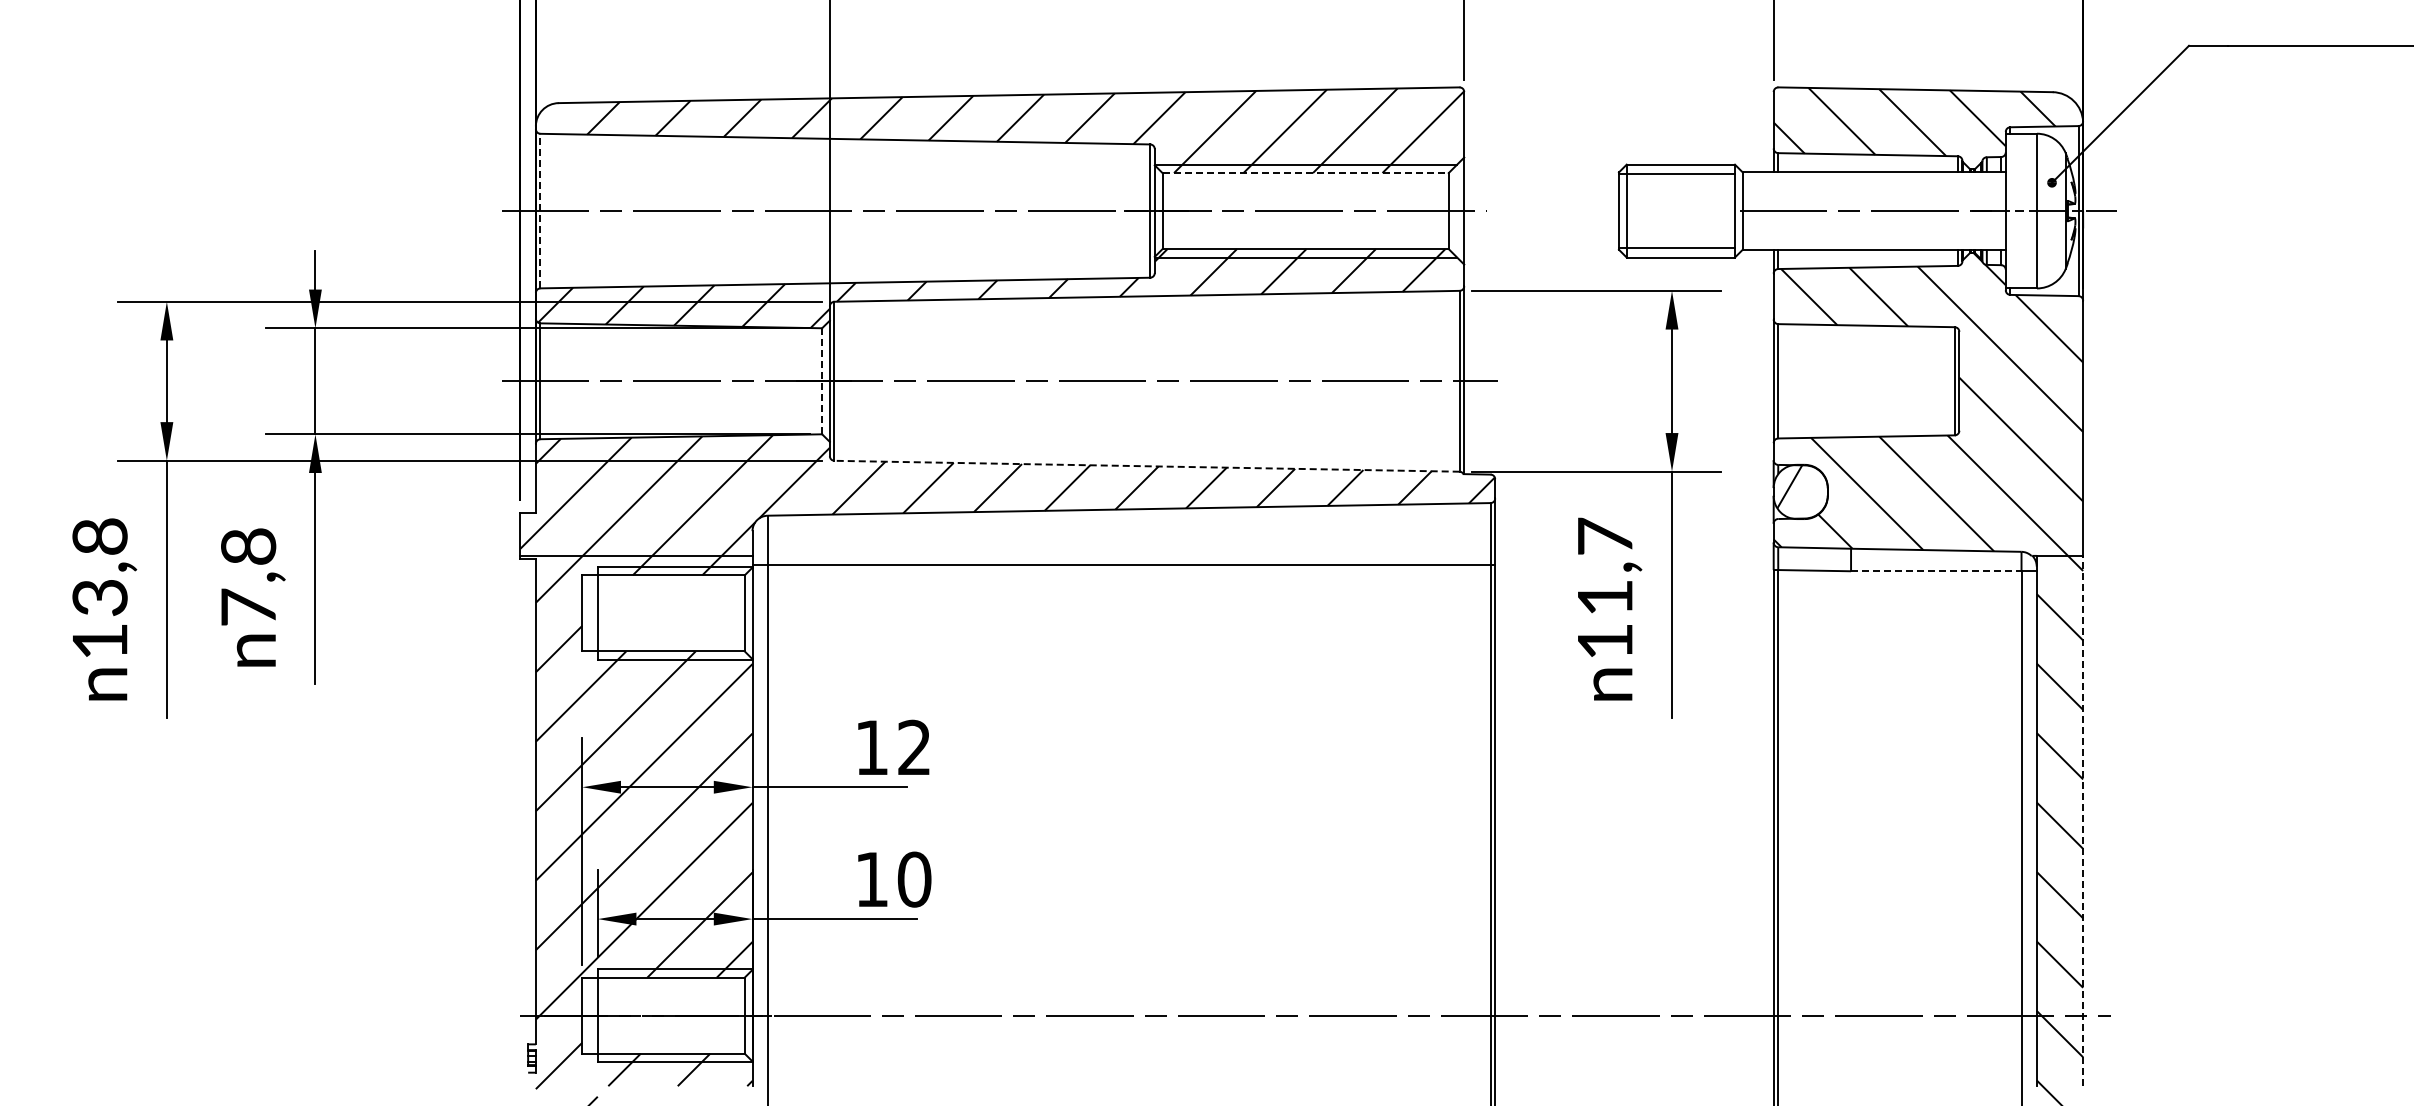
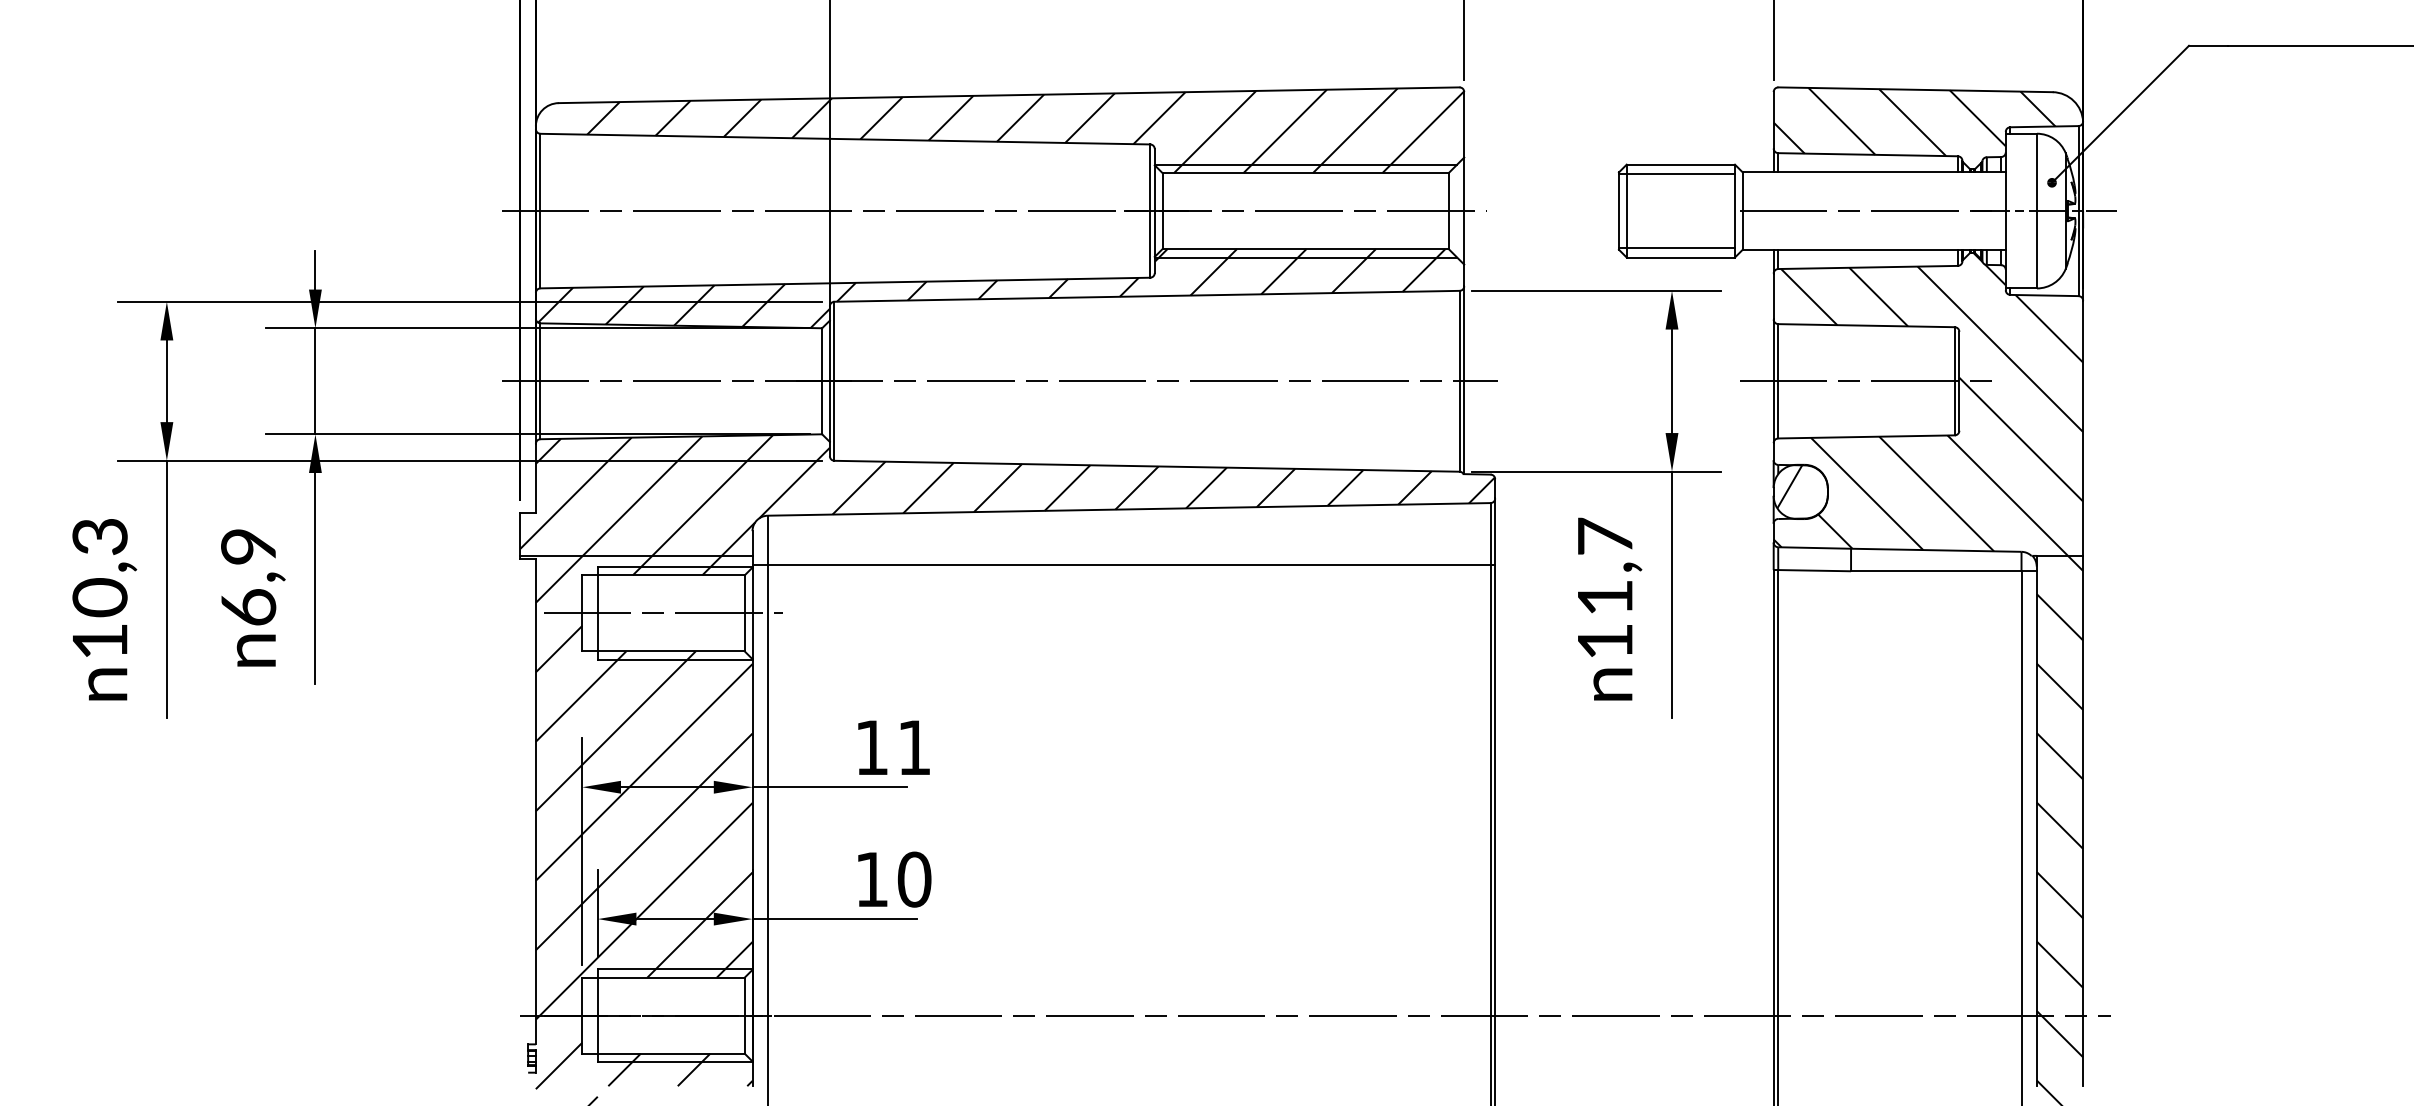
line at (1306, 173): dashed -> solid
line at (540, 210): dashed -> solid
line at (822, 381): dashed -> solid
line at (1866, 381): none -> present
line at (1147, 466): dashed -> solid
text at (99, 567): 13,8 -> 10,3
line at (1936, 571): dashed -> solid
text at (248, 576): 7,8 -> 6,9
line at (663, 613): none -> present
text at (913, 746): 12 -> 11
line at (2083, 820): dashed -> solid
